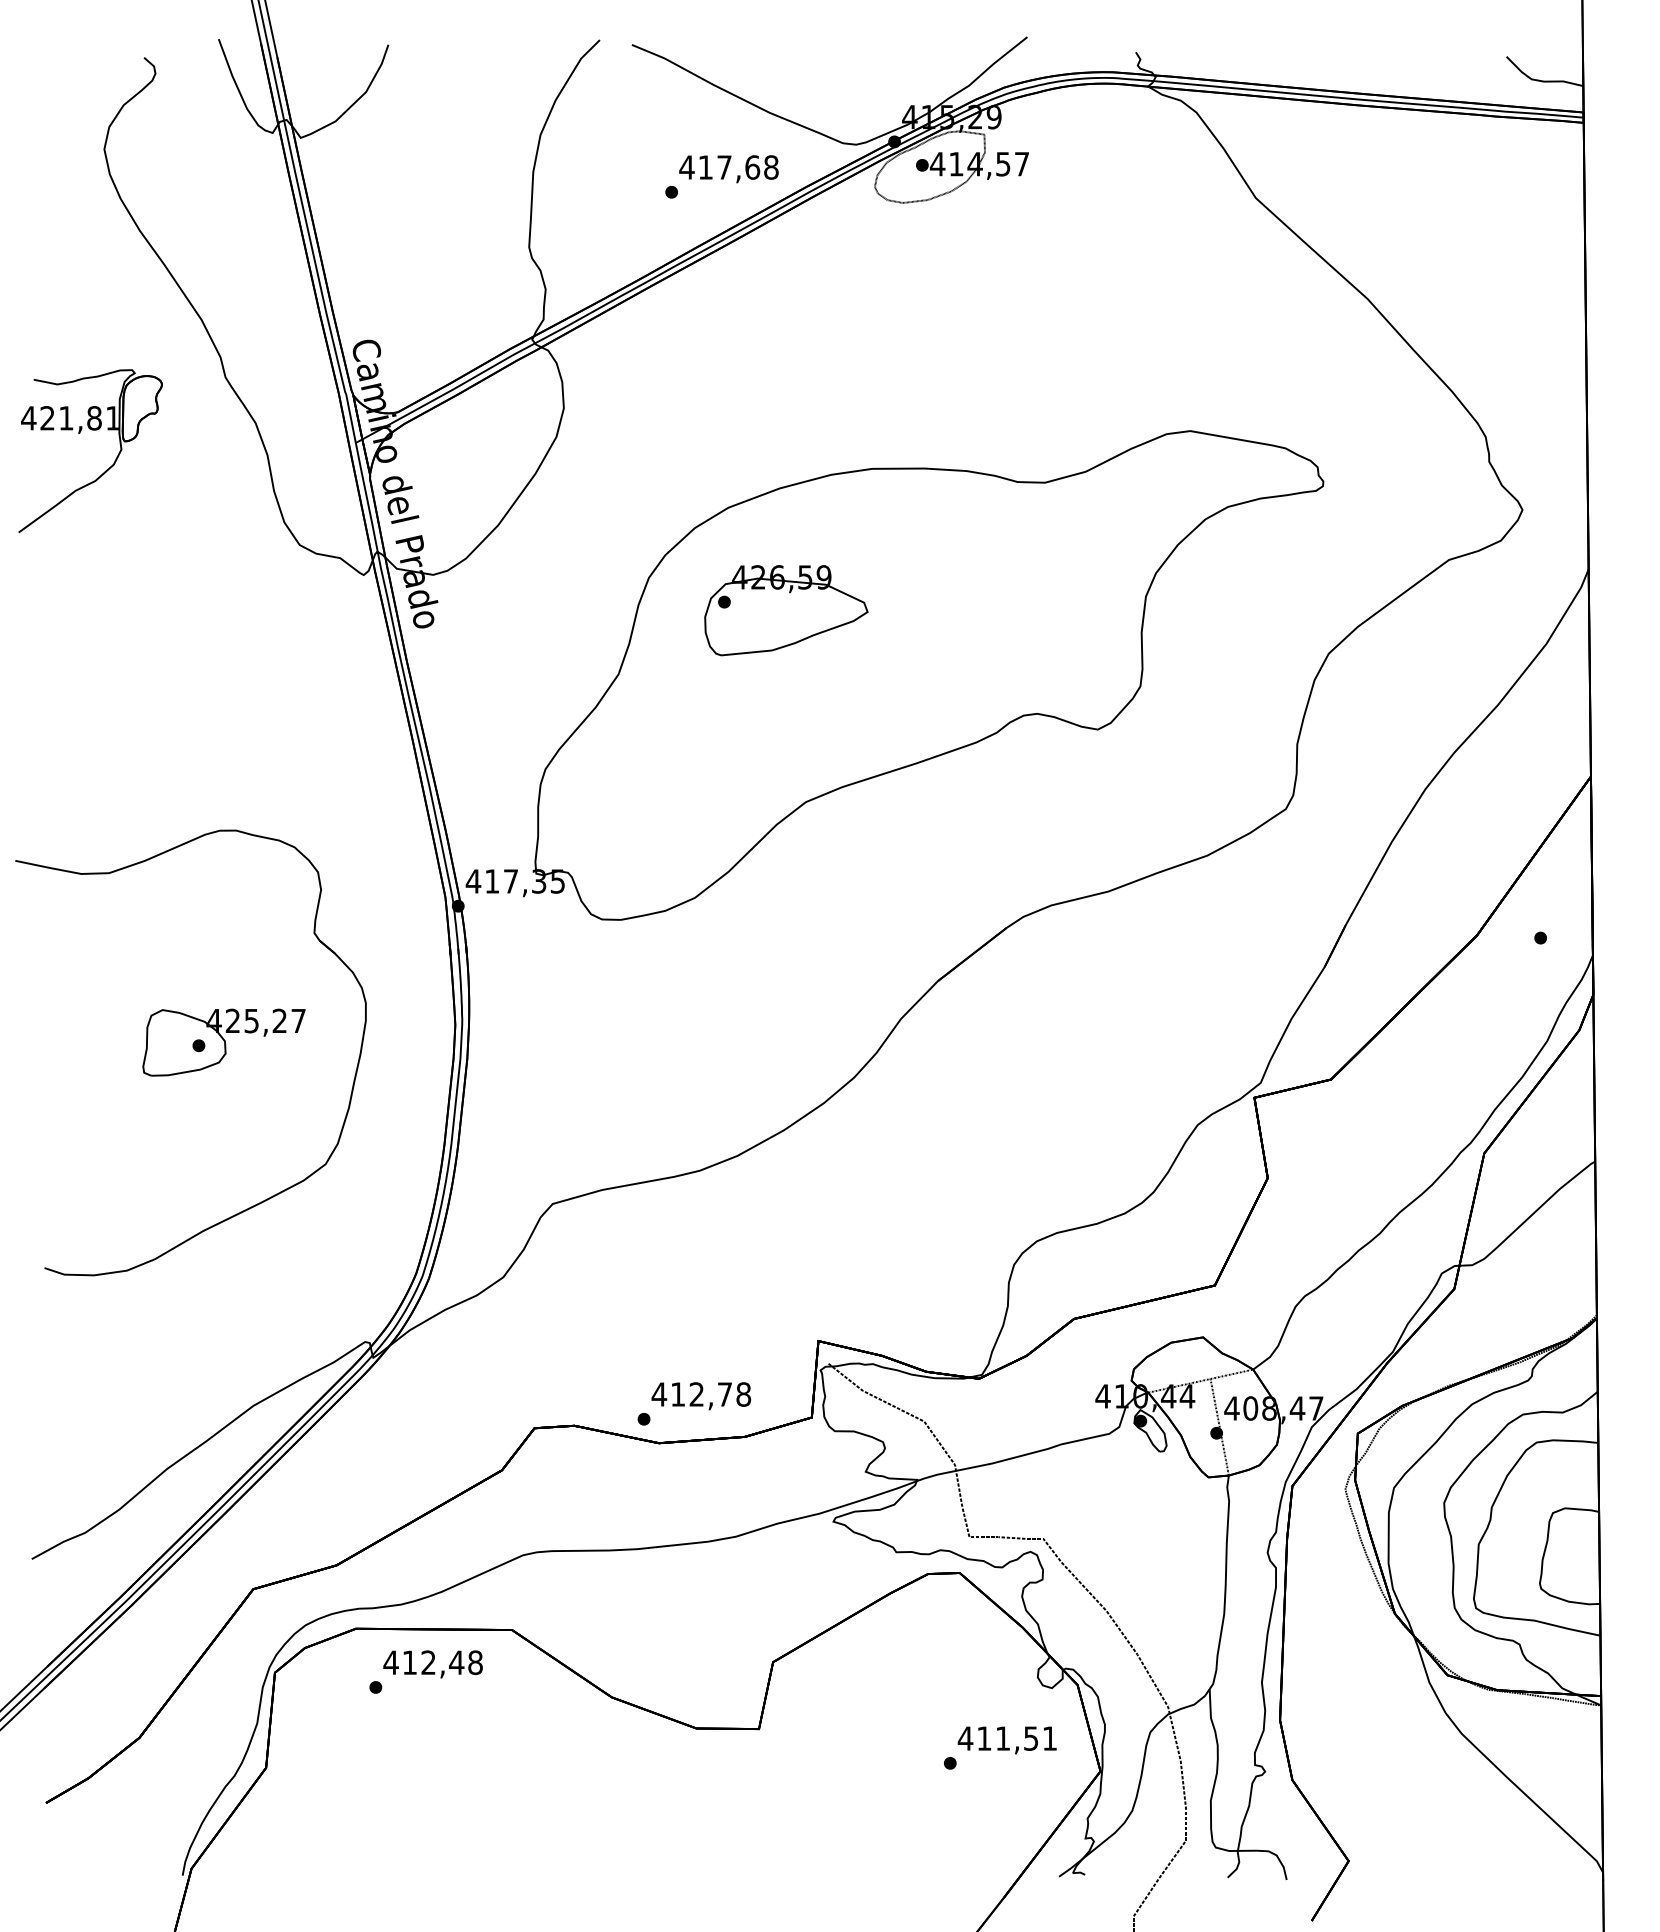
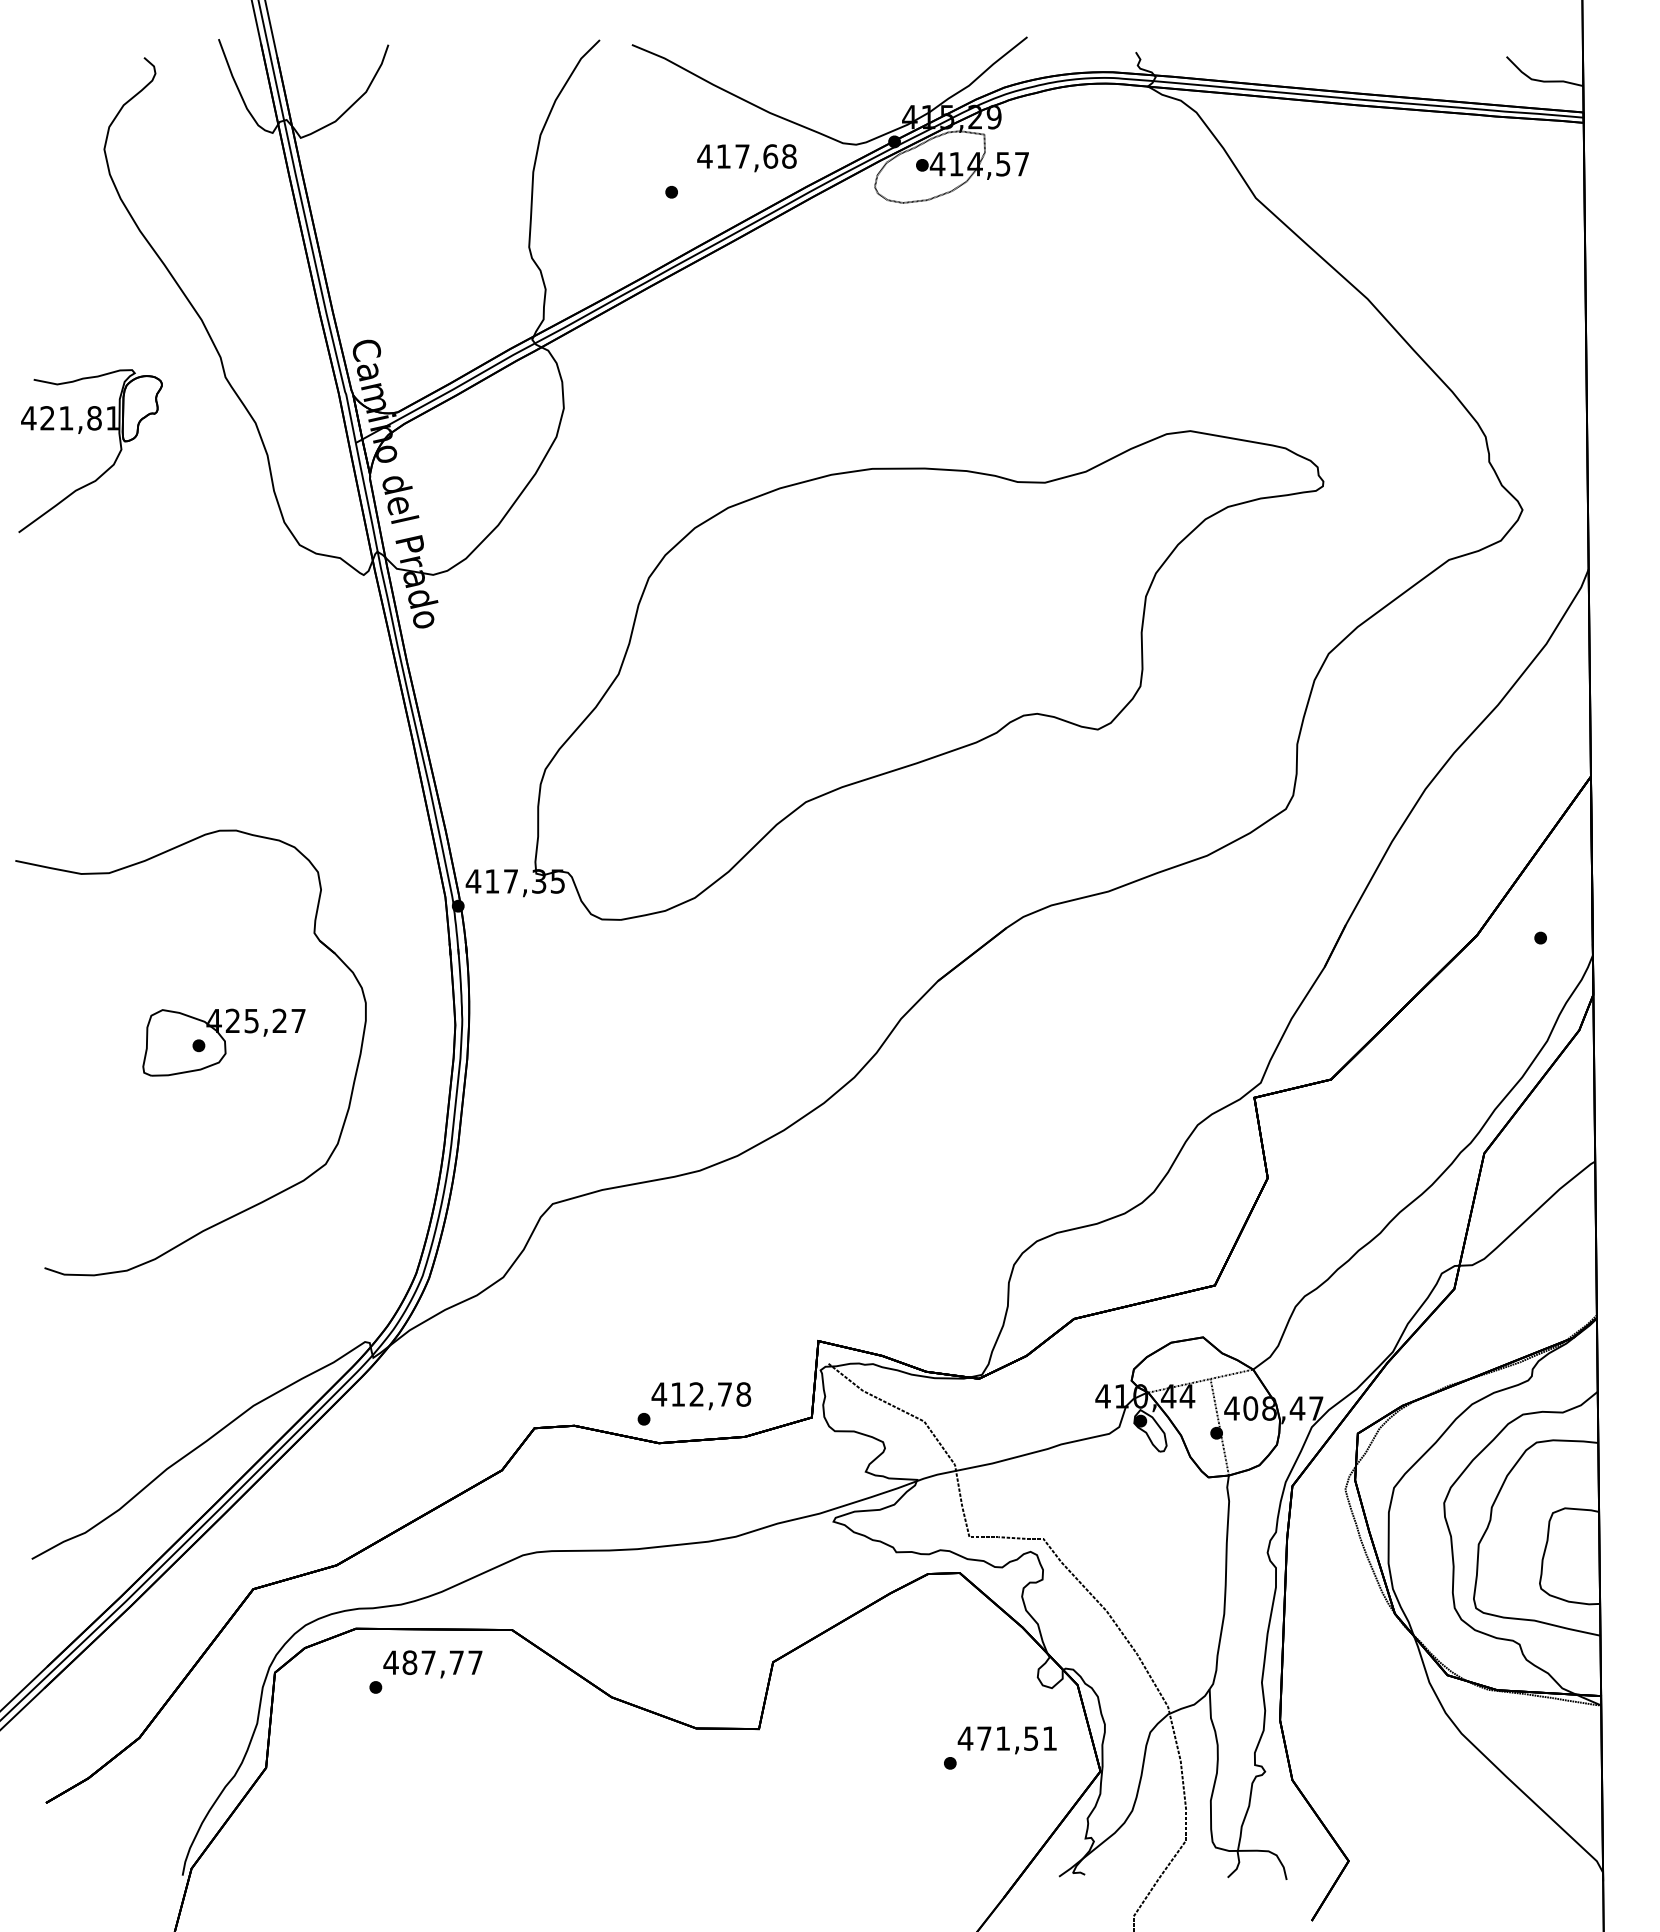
text at (728, 169) position: (728, 169) -> (746, 158)
part at (786, 610): present -> none
text at (442, 1662): 412,48 -> 487,77
text at (984, 1738): 411,51 -> 471,51
